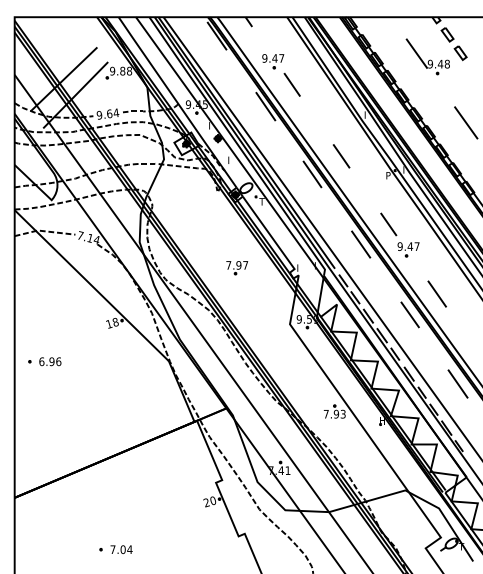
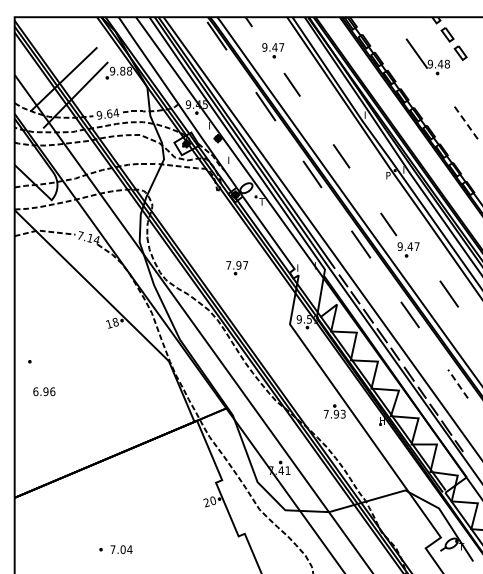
part at (273, 61) position: (273, 61) -> (273, 50)
line at (465, 122): solid -> dashed
line at (436, 293) position: (436, 293) -> (448, 293)
text at (50, 361) position: (50, 361) -> (44, 391)
line at (457, 383): solid -> dashed
